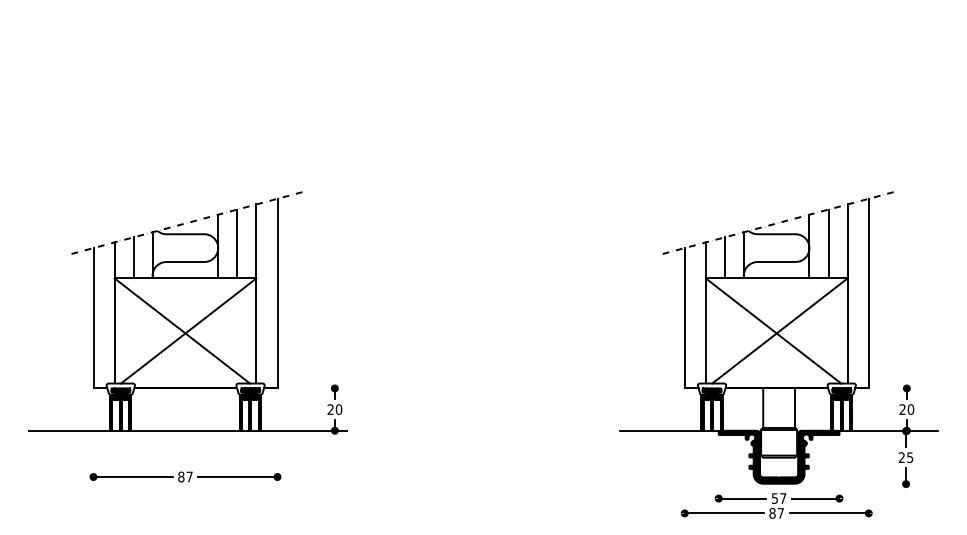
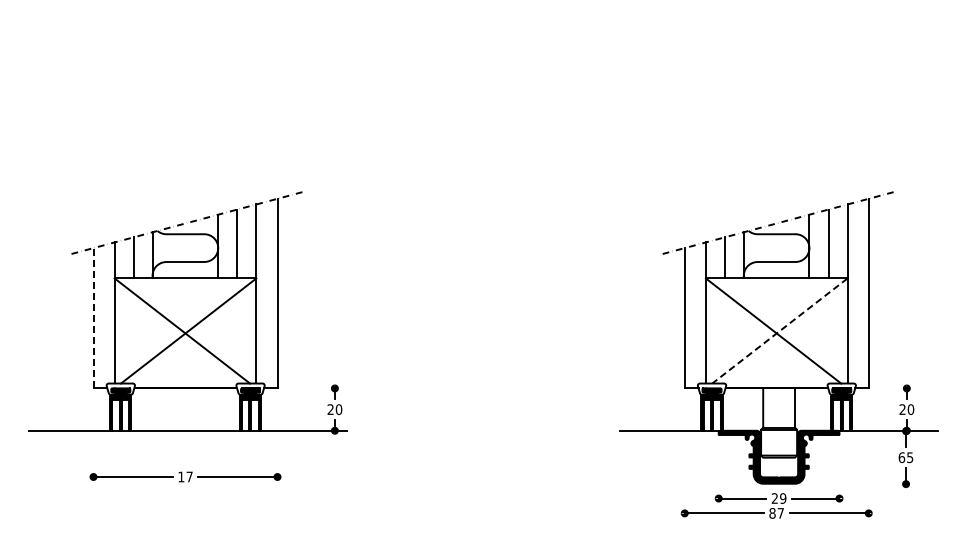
line at (93, 317): solid -> dashed
line at (779, 330): solid -> dashed
text at (901, 457): 25 -> 65
text at (181, 476): 87 -> 17
text at (778, 498): 57 -> 29
